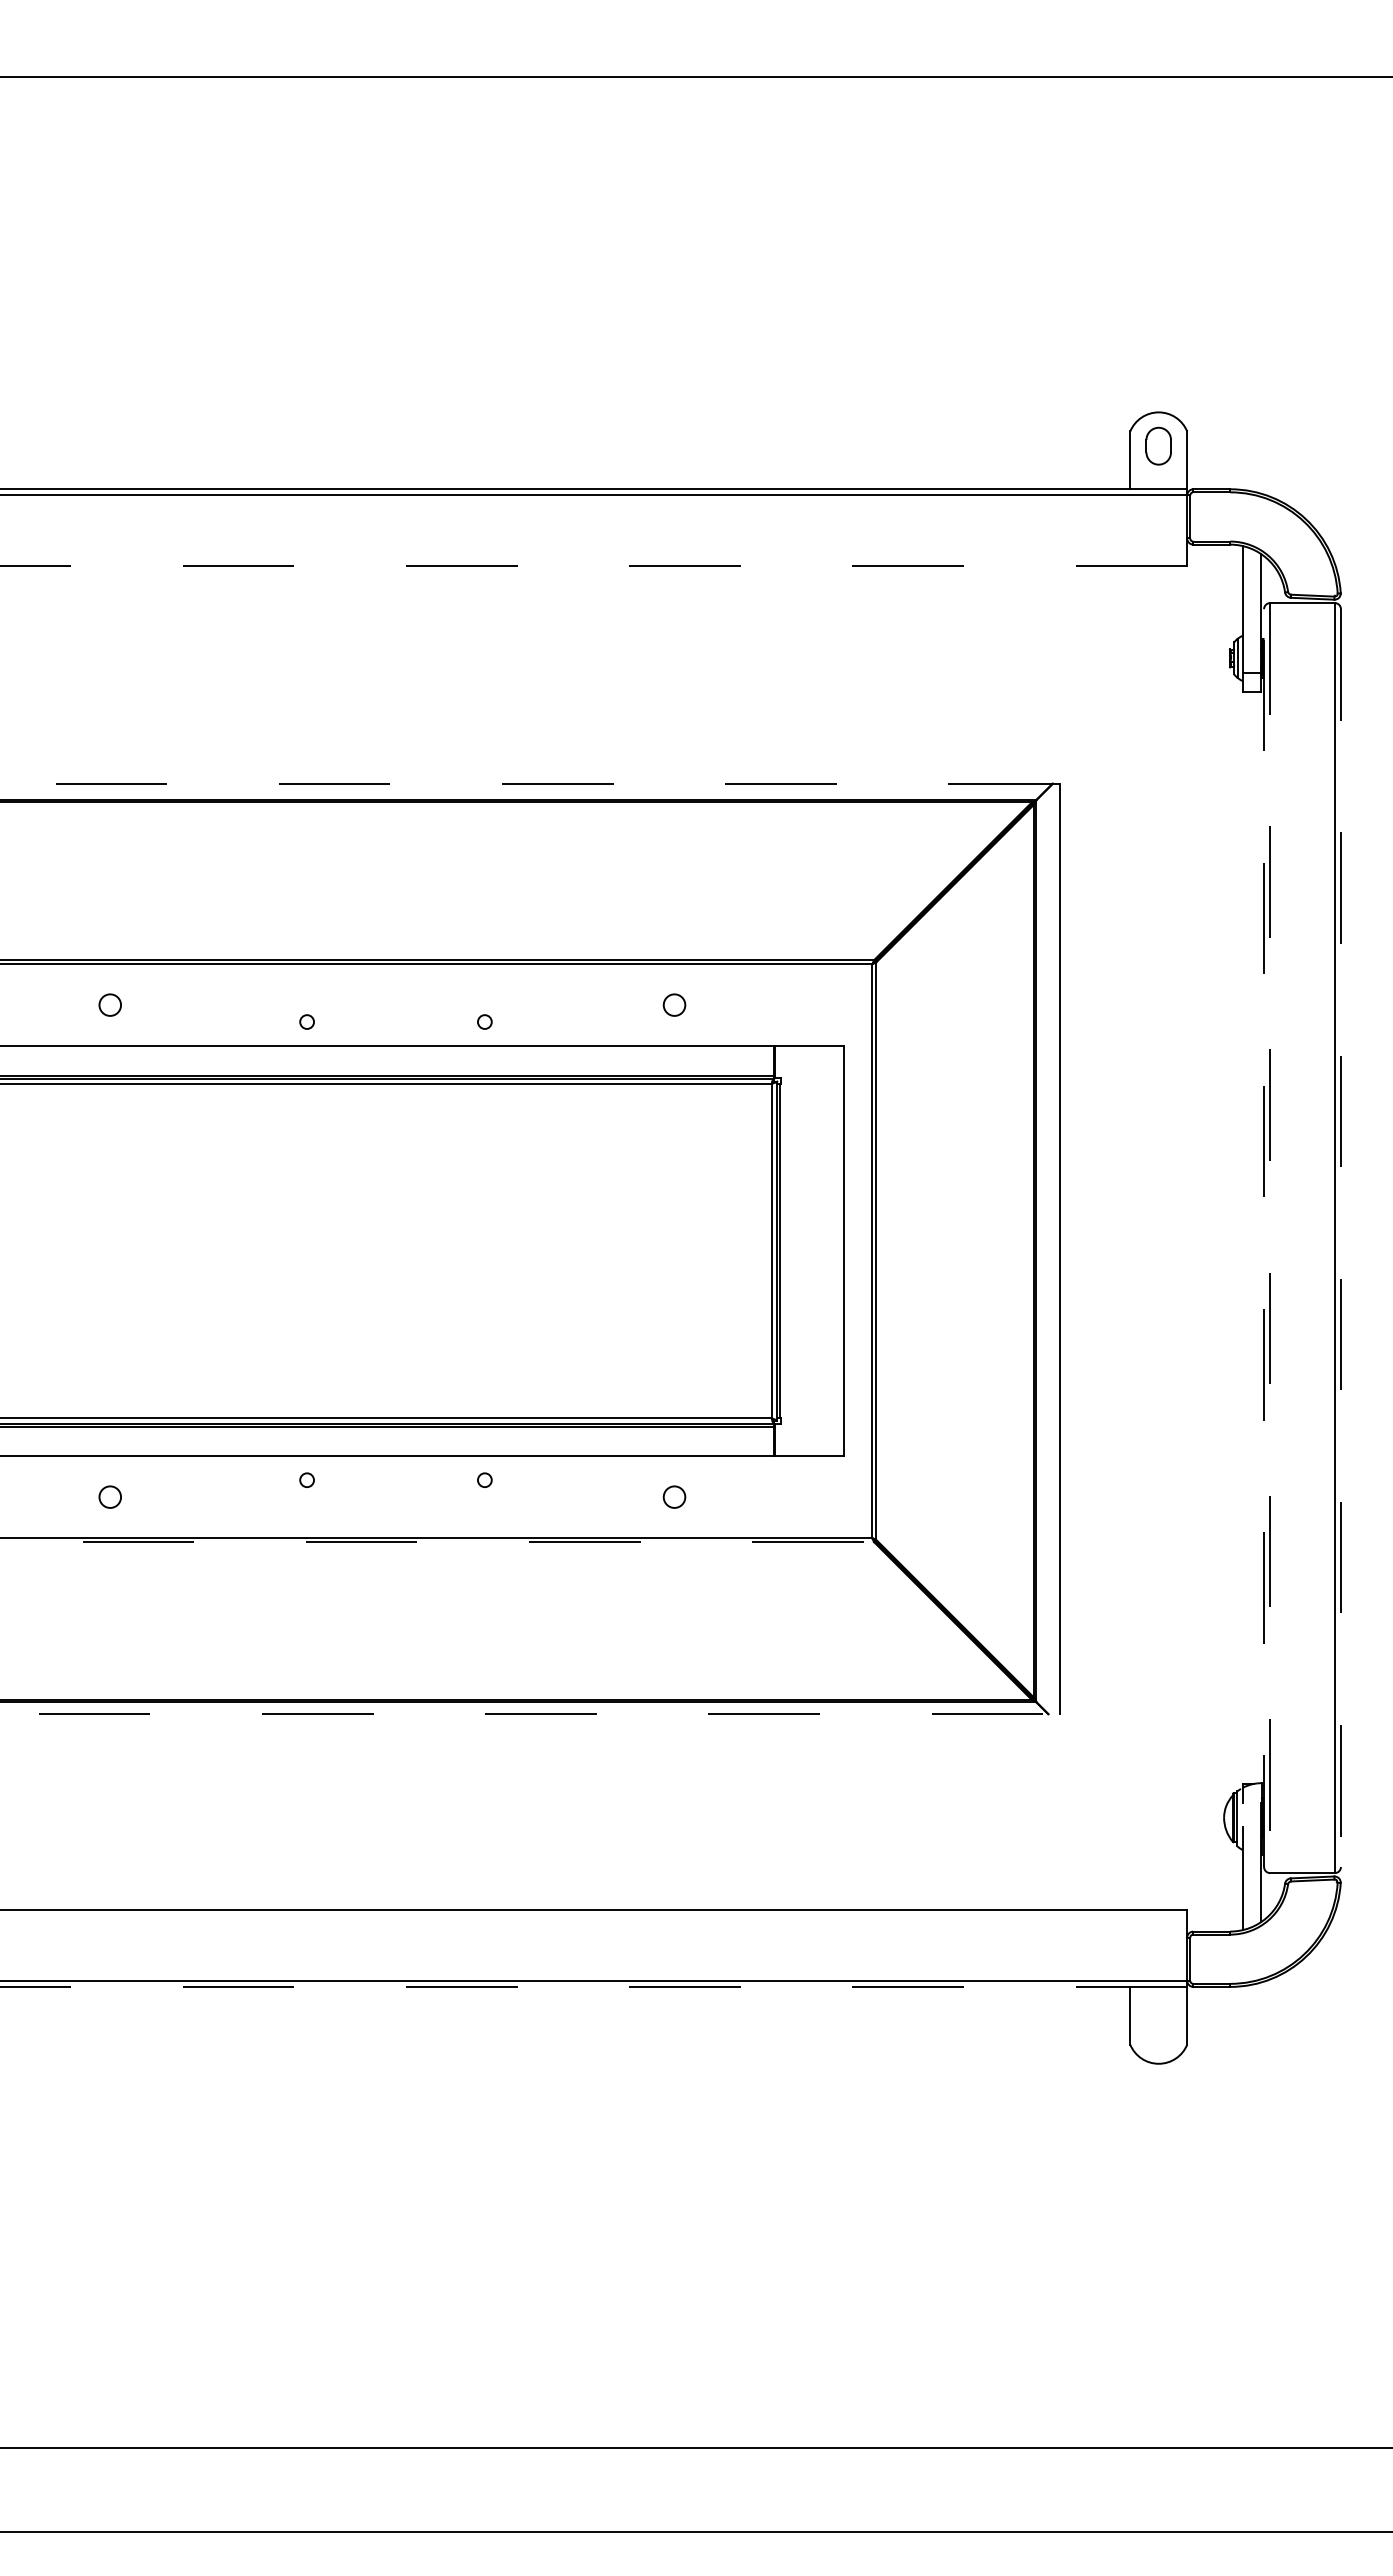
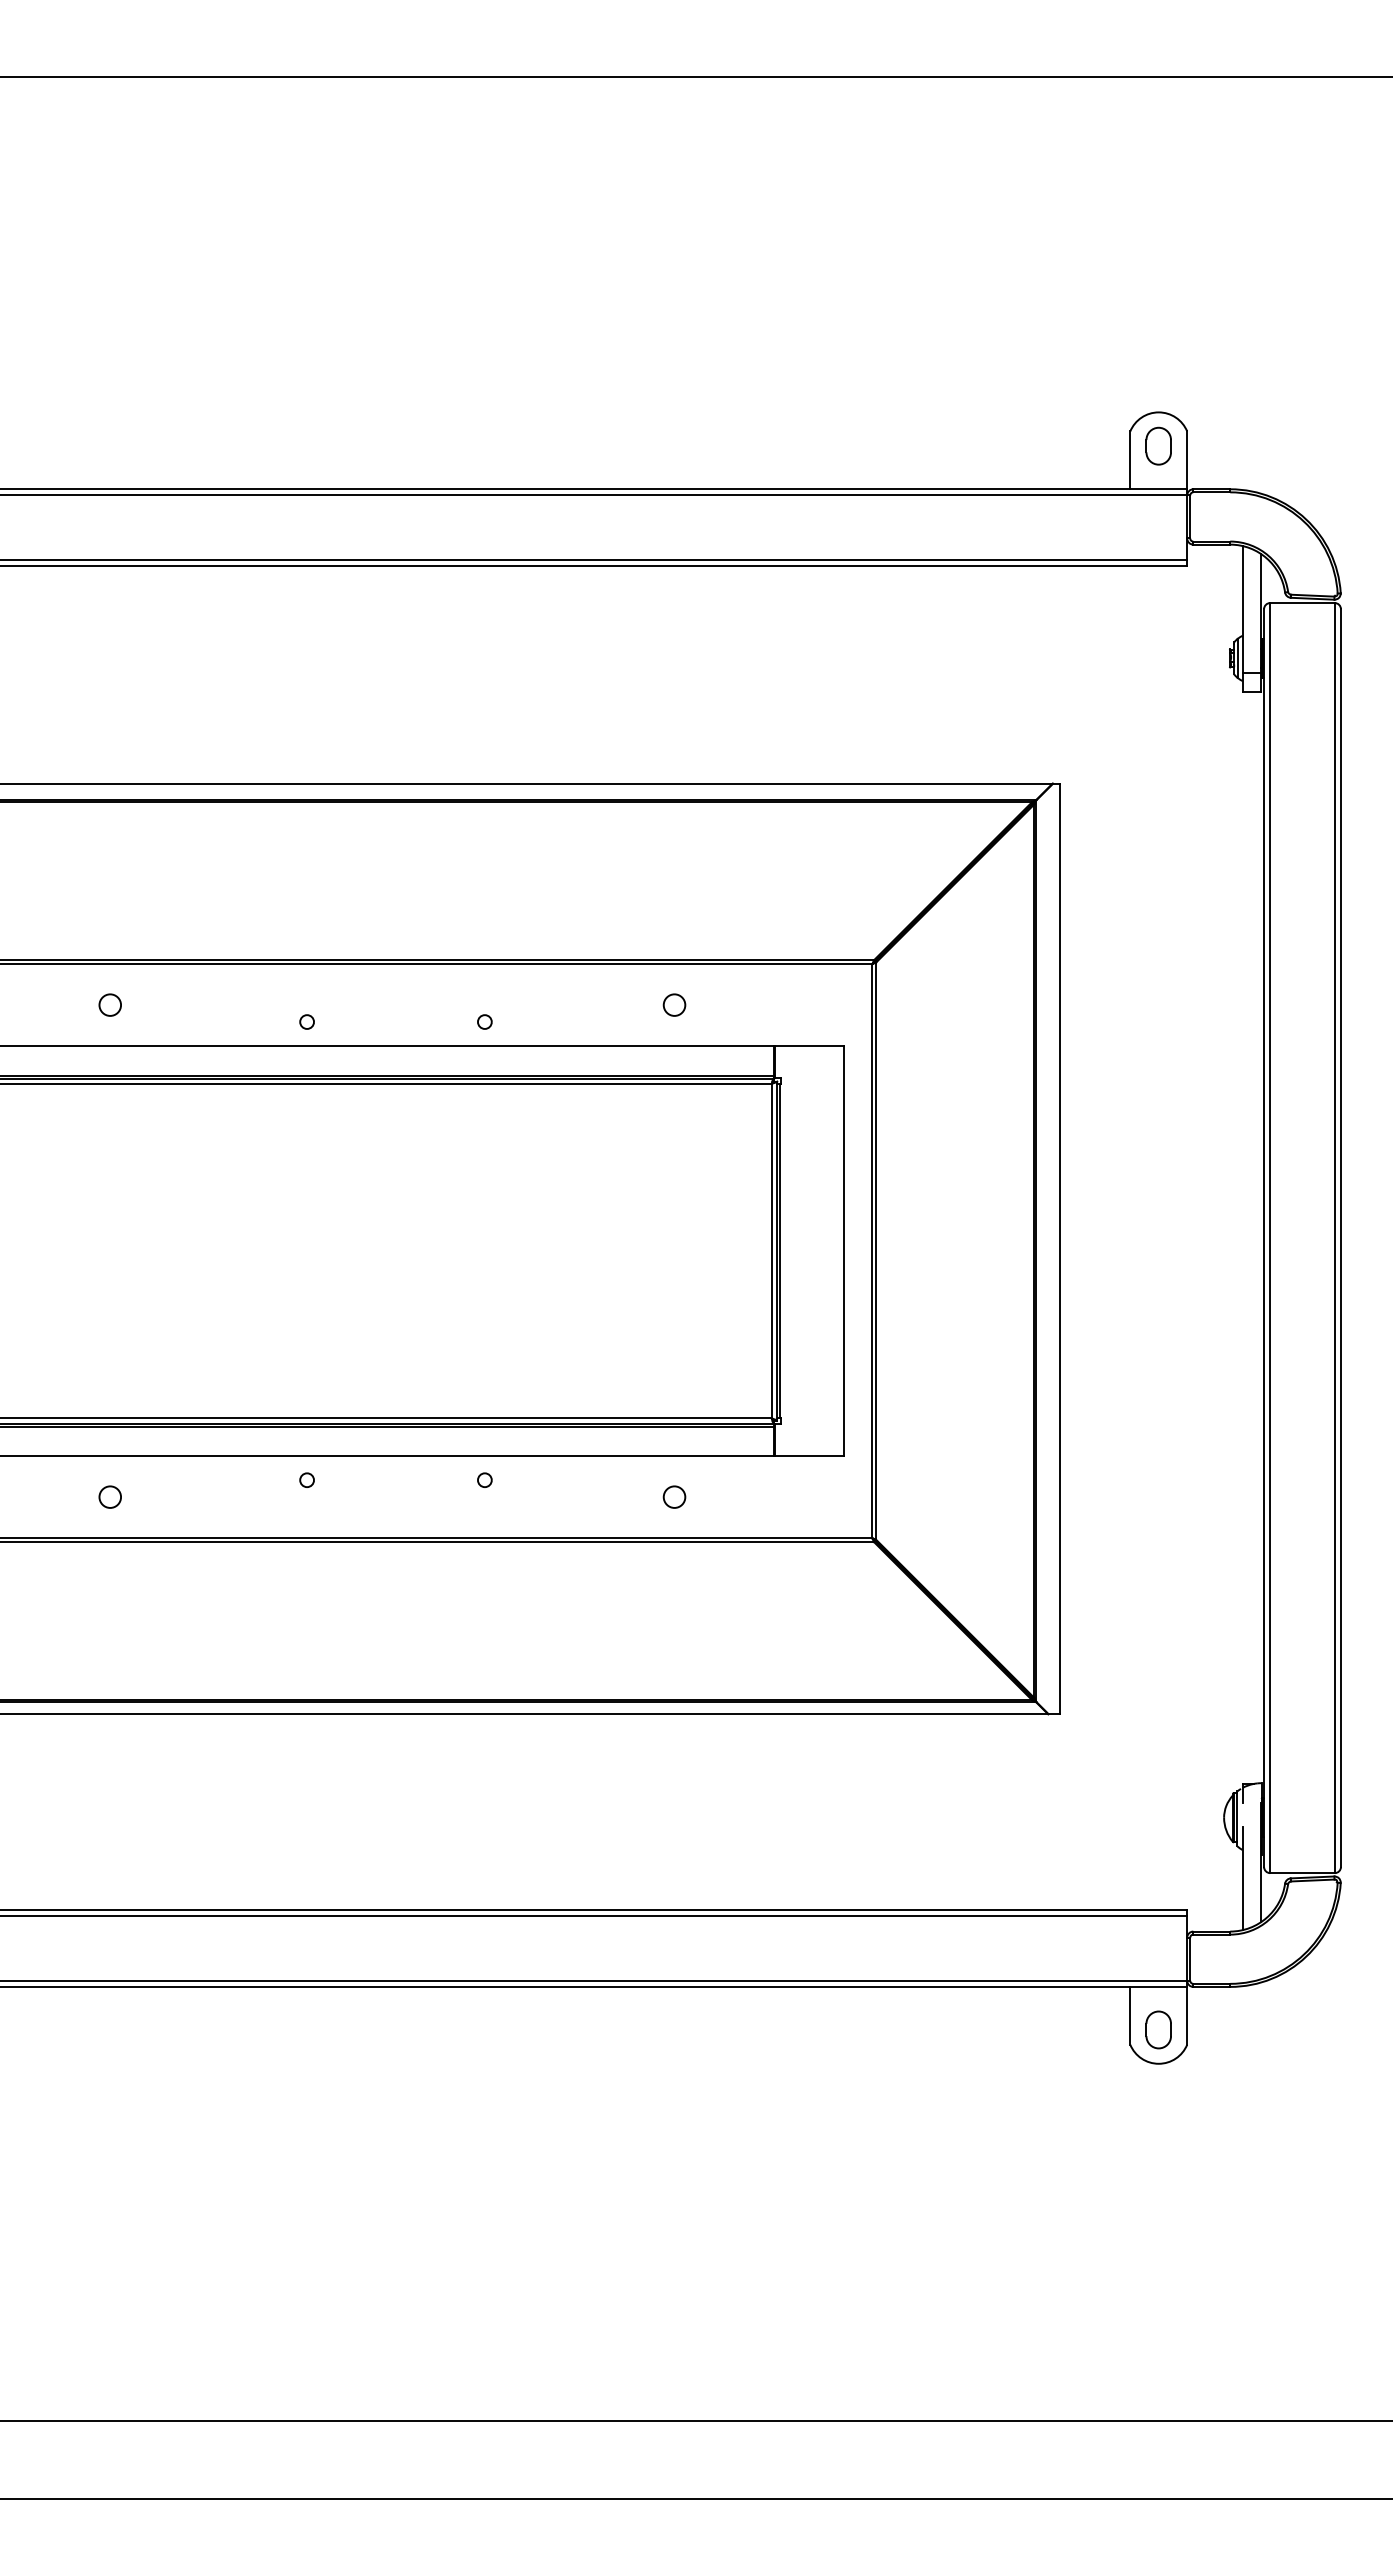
line at (594, 560): none -> present
line at (593, 566): dashed -> solid
line at (530, 783): dashed -> solid
line at (1264, 1238): dashed -> solid
line at (1270, 1238): dashed -> solid
line at (1340, 1238): dashed -> solid
line at (437, 1542): dashed -> solid
line at (530, 1714): dashed -> solid
line at (594, 1916): none -> present
line at (593, 1986): dashed -> solid
part at (1158, 2029): none -> present
line at (695, 2447) position: (695, 2447) -> (695, 2420)
line at (695, 2531) position: (695, 2531) -> (695, 2498)
